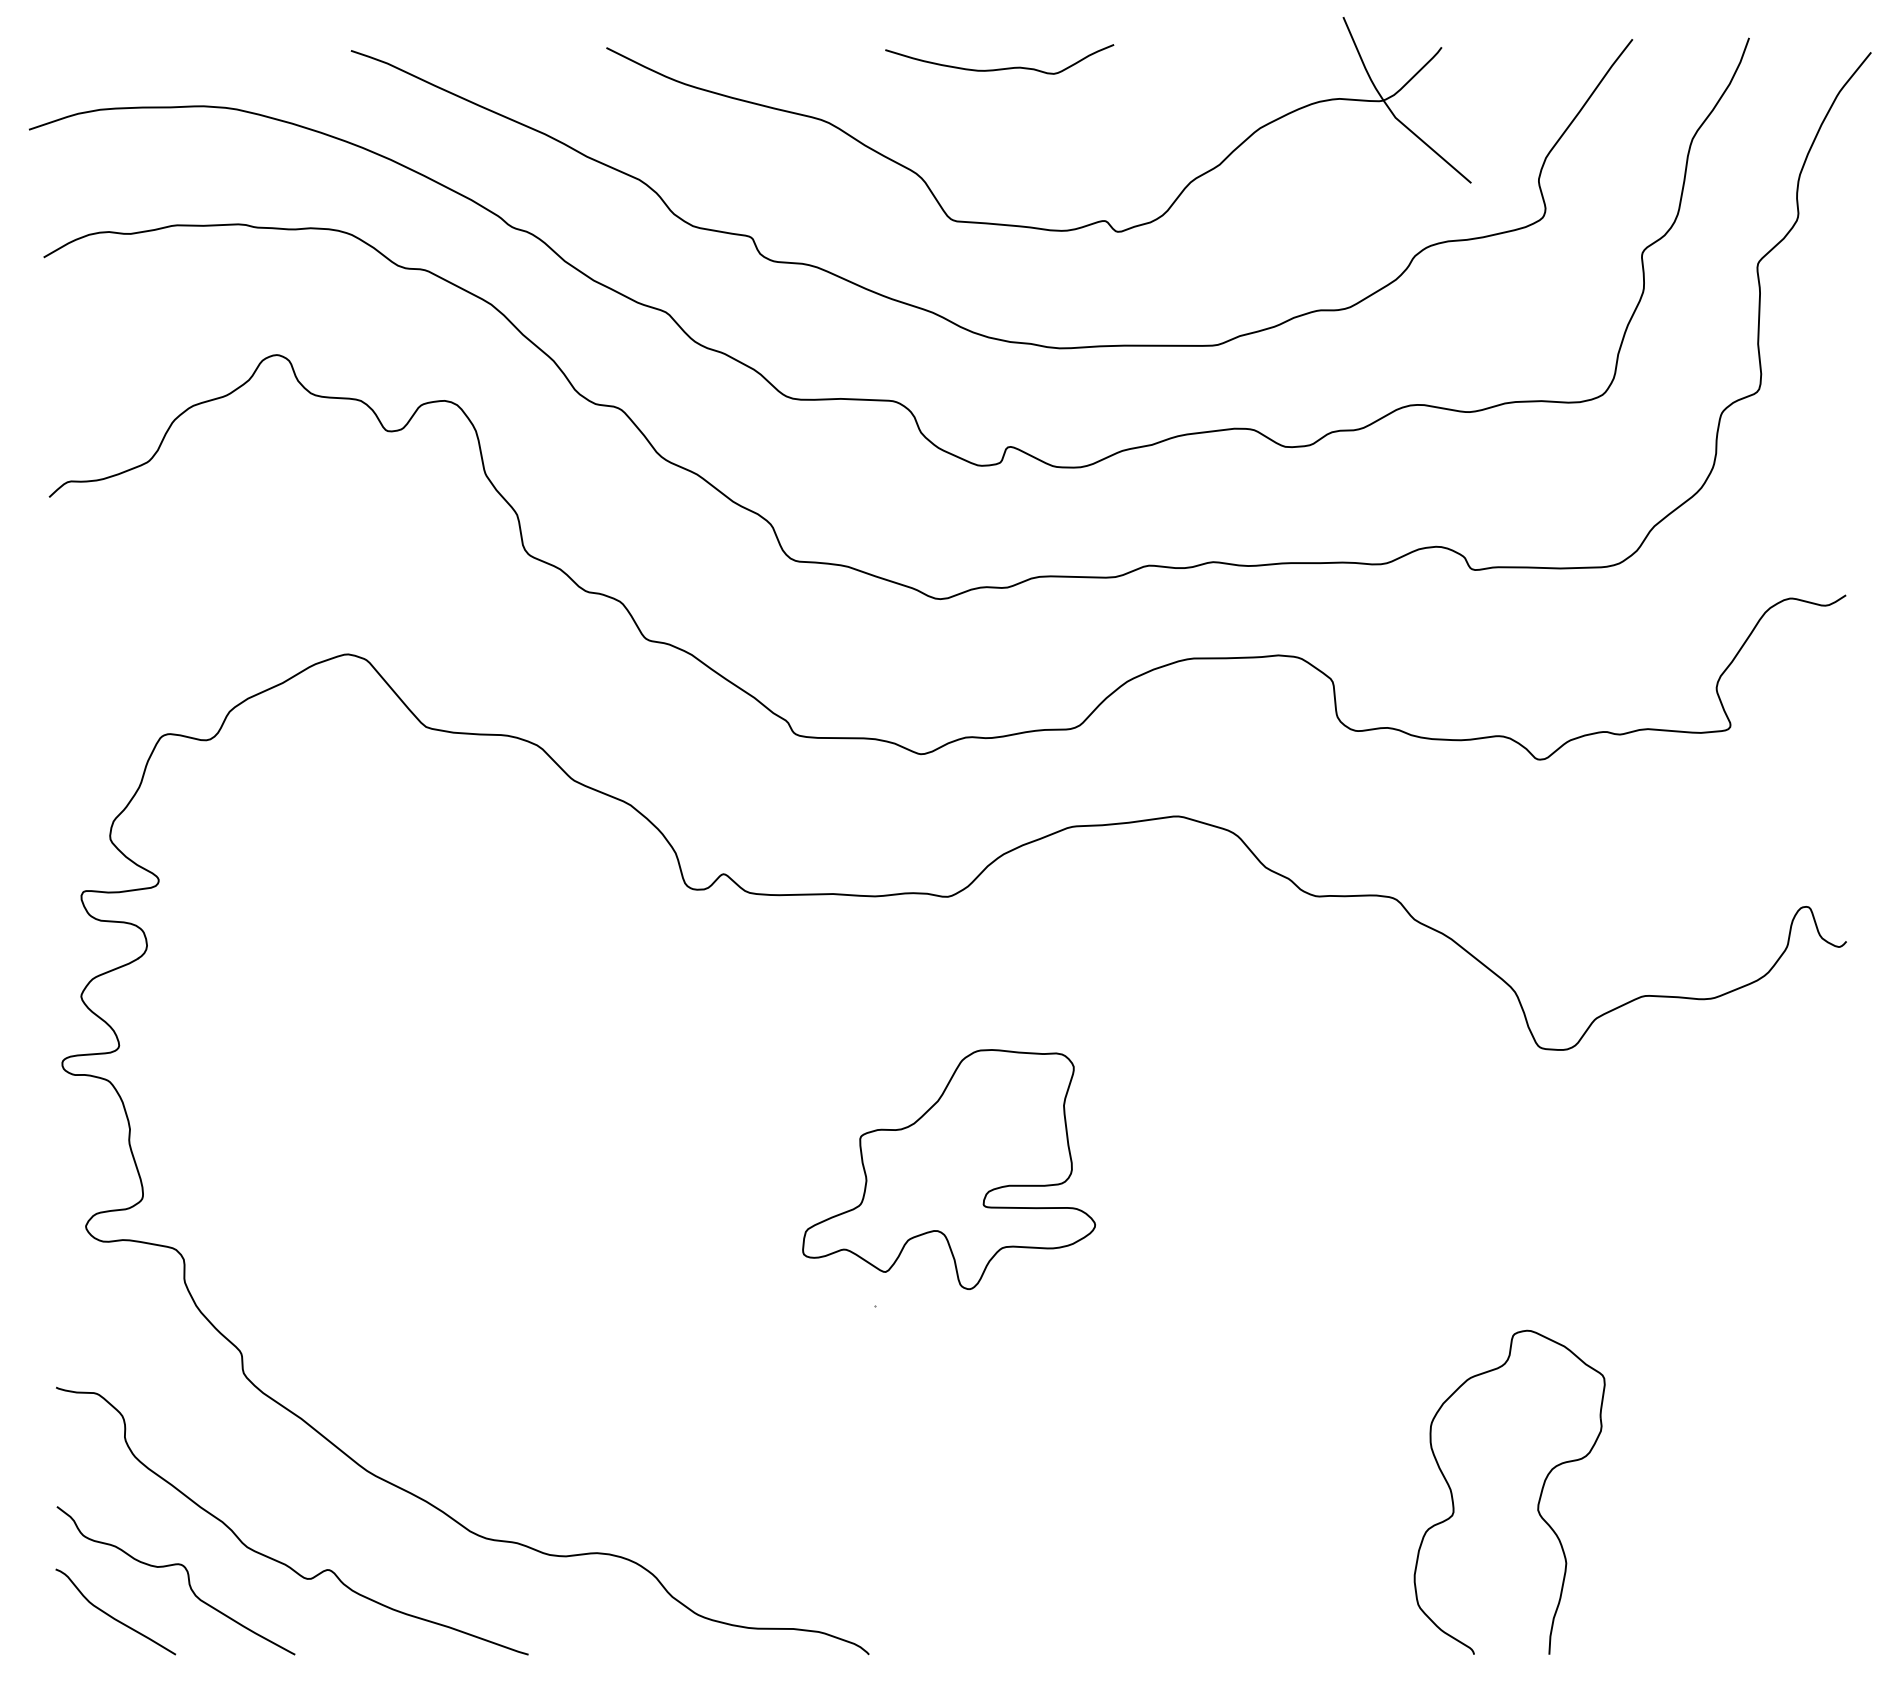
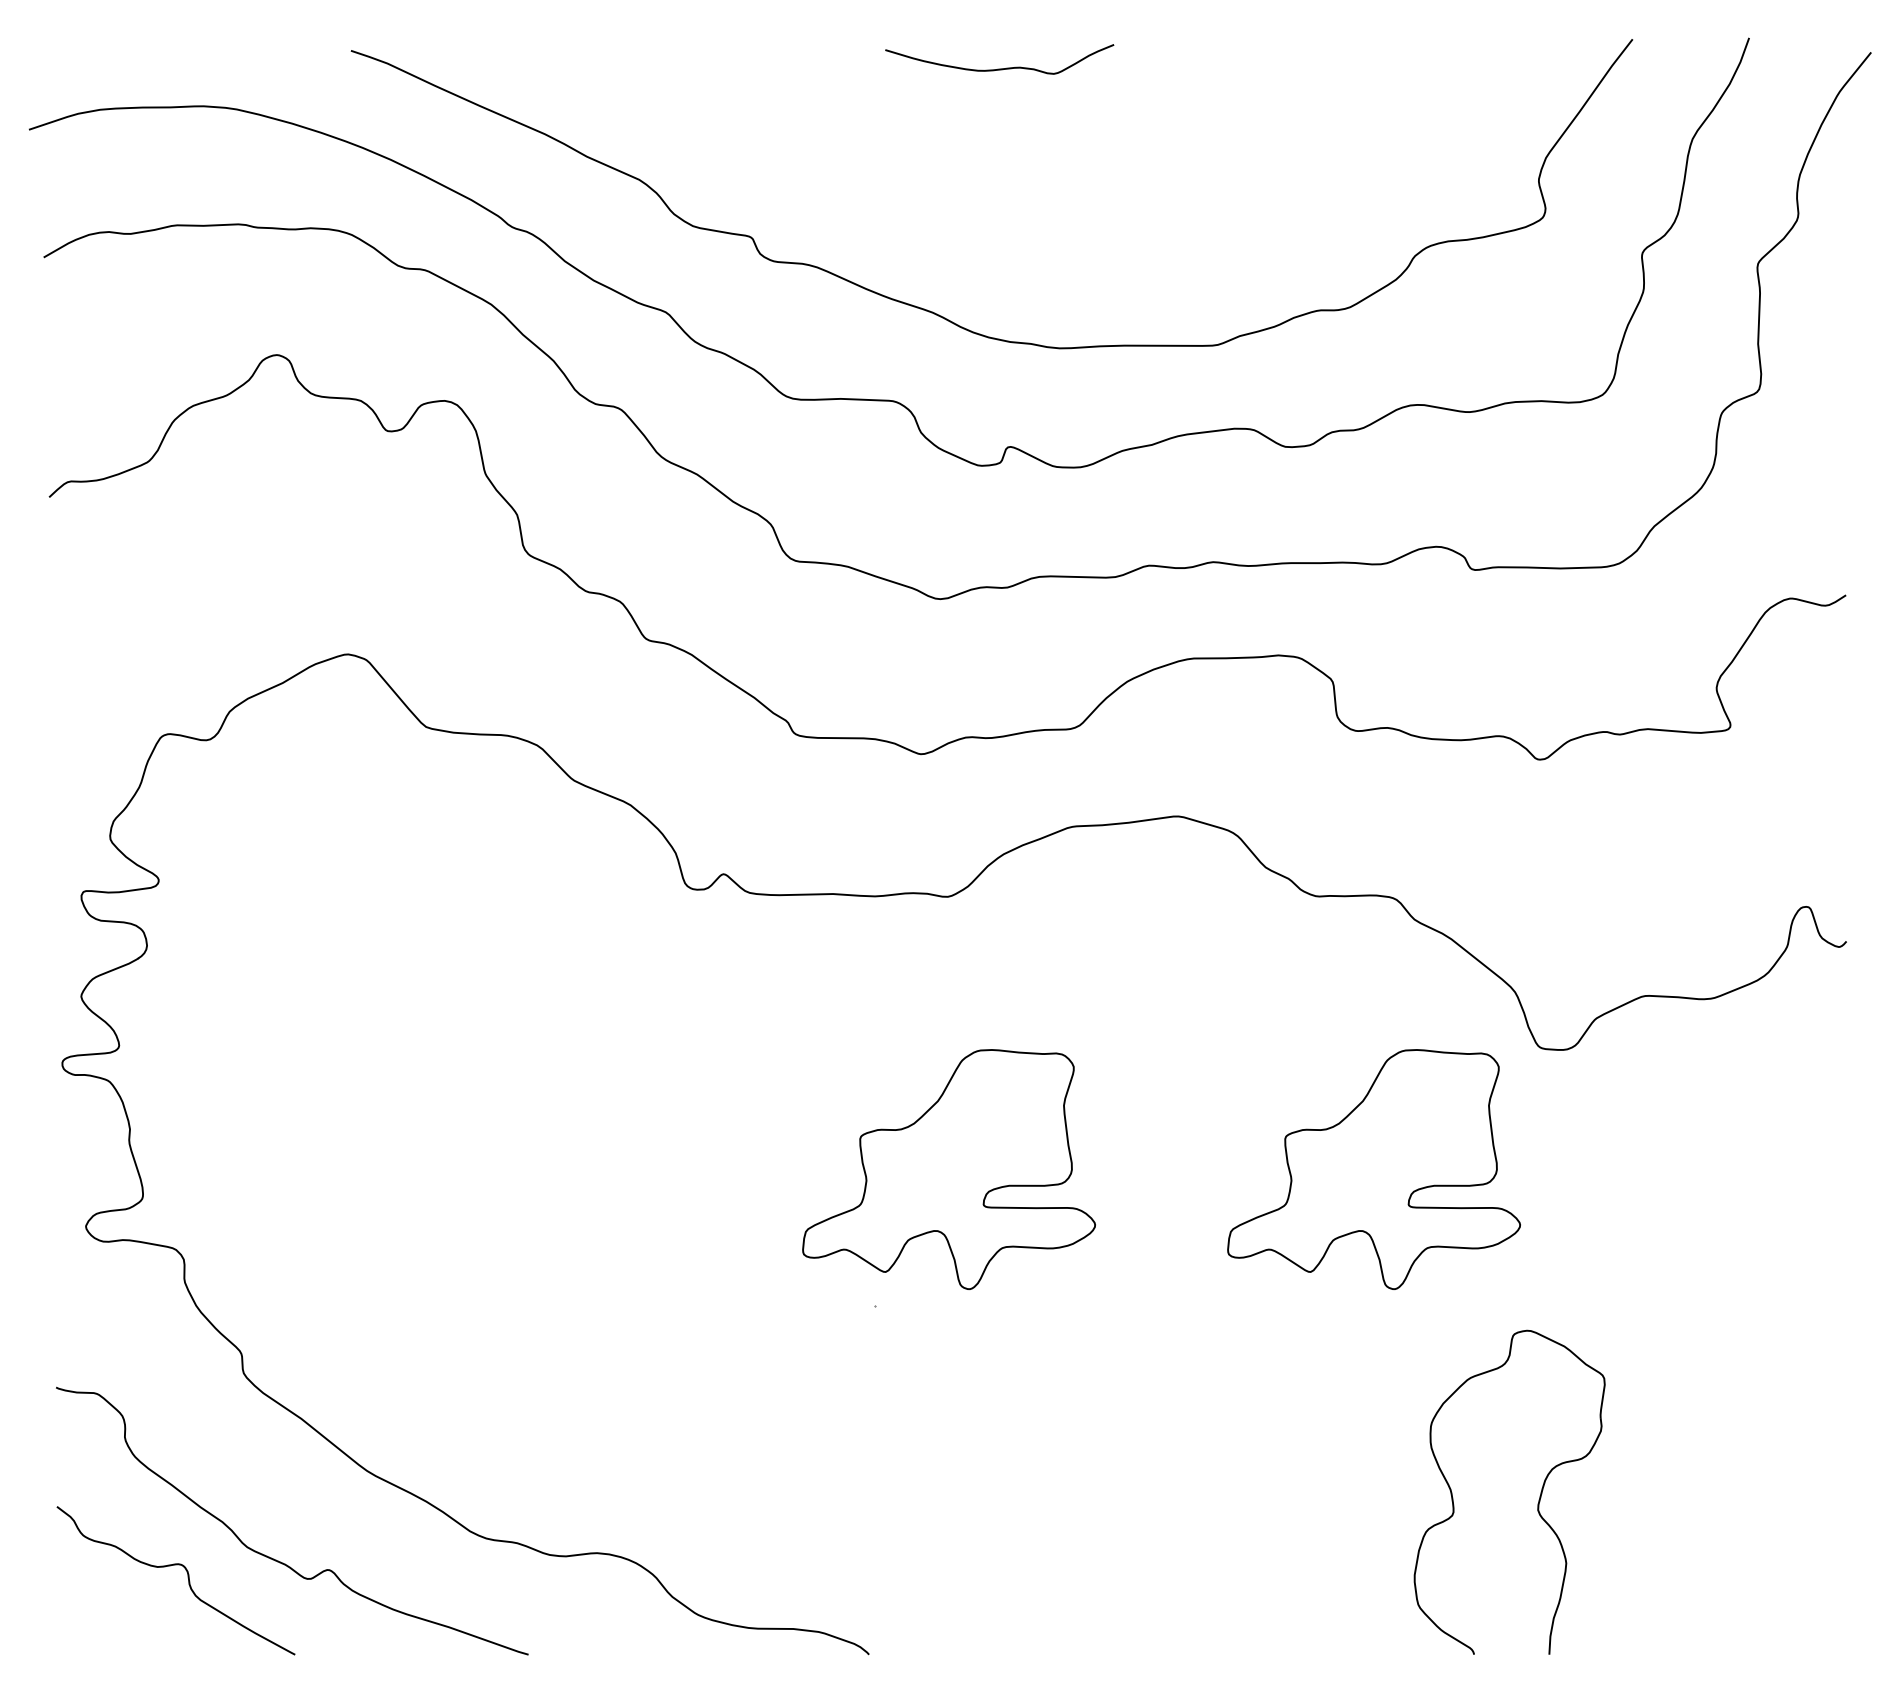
part at (1024, 225): present -> none
part at (1373, 1169): none -> present
curve at (111, 1615): present -> none
